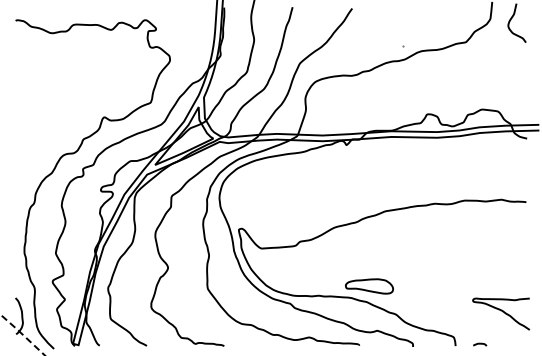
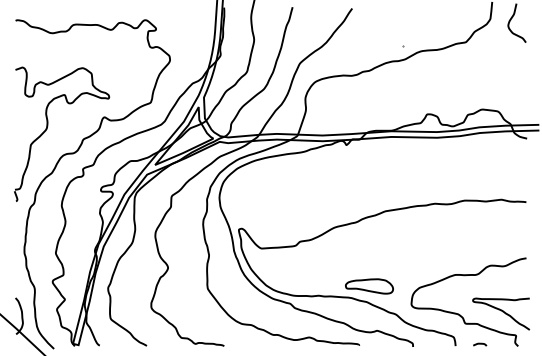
part at (47, 129): none -> present
curve at (460, 314): none -> present
line at (23, 334): dashed -> solid
